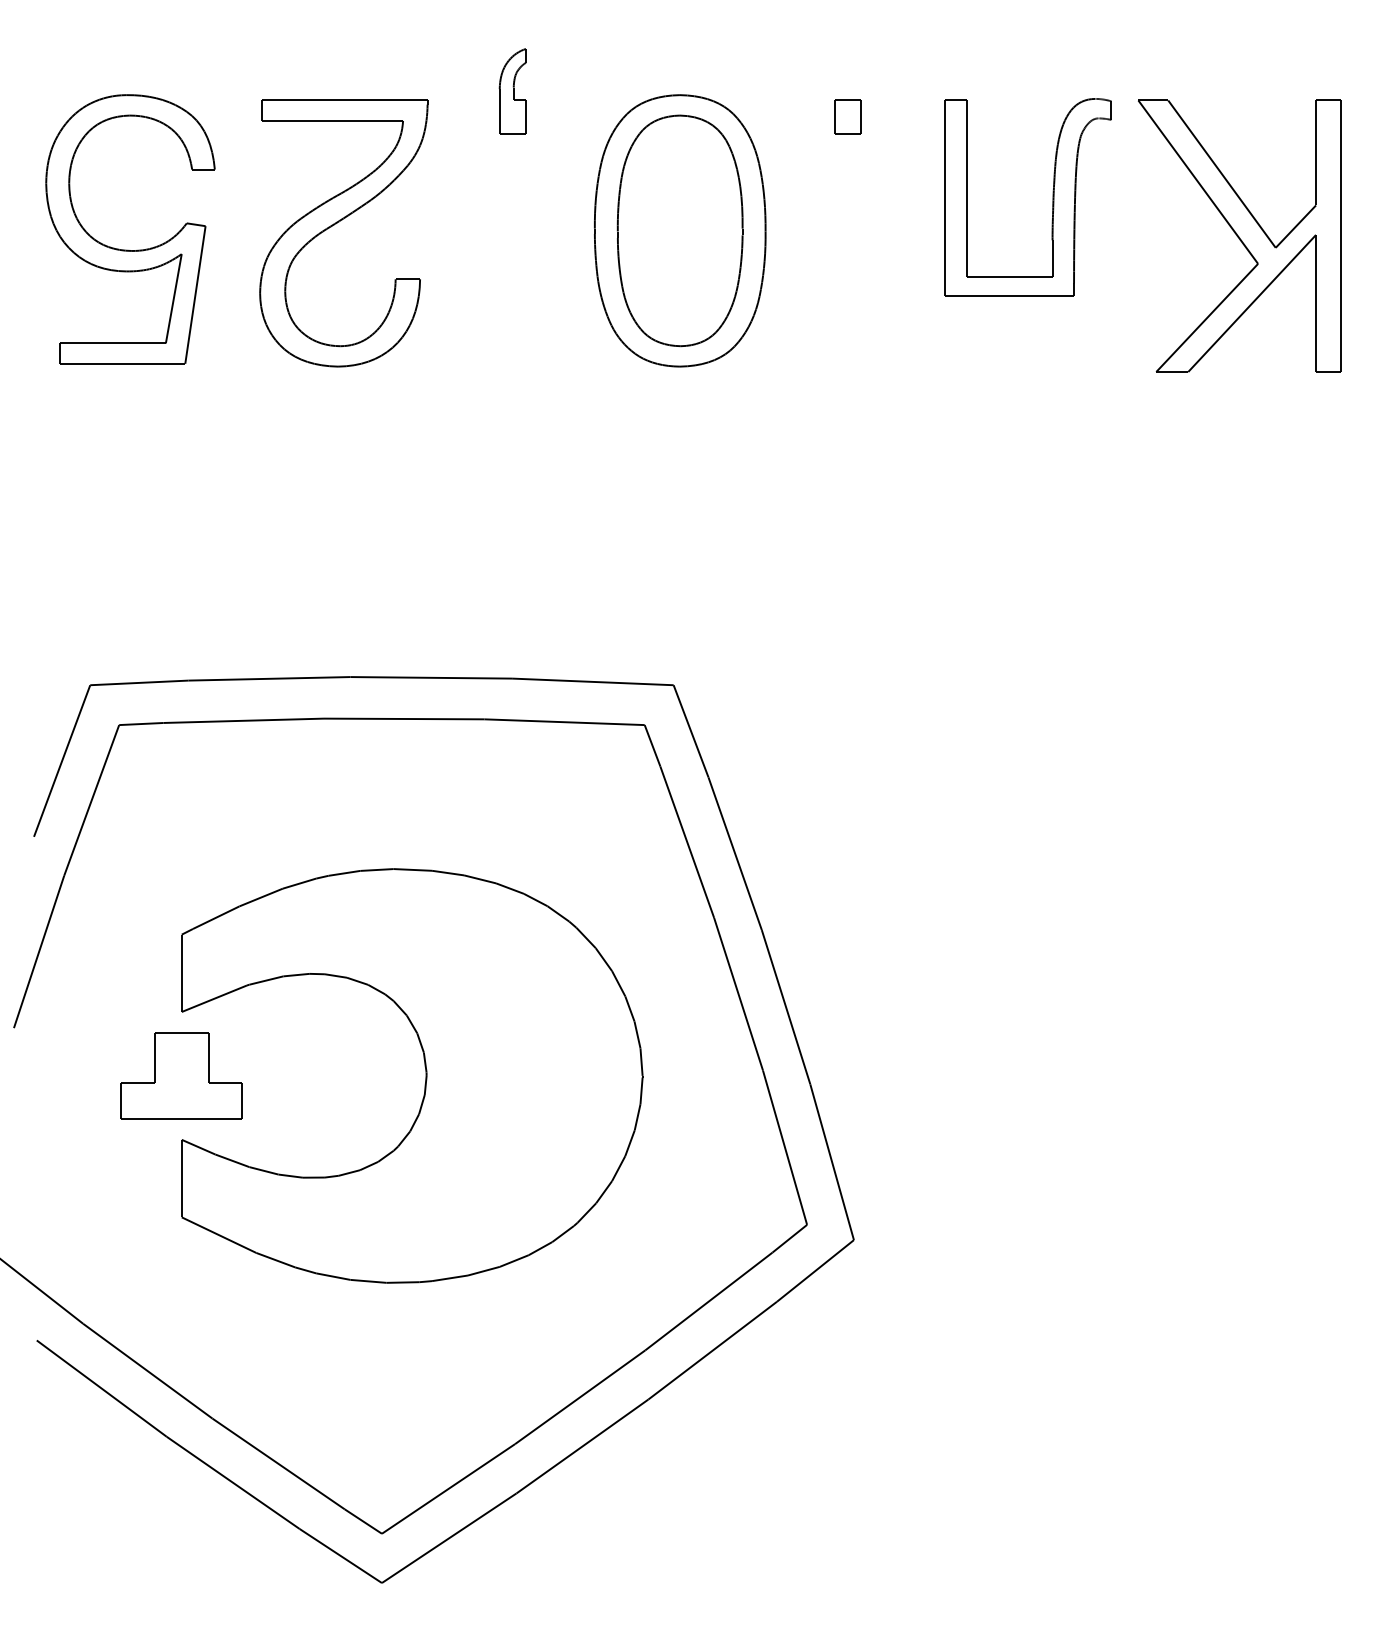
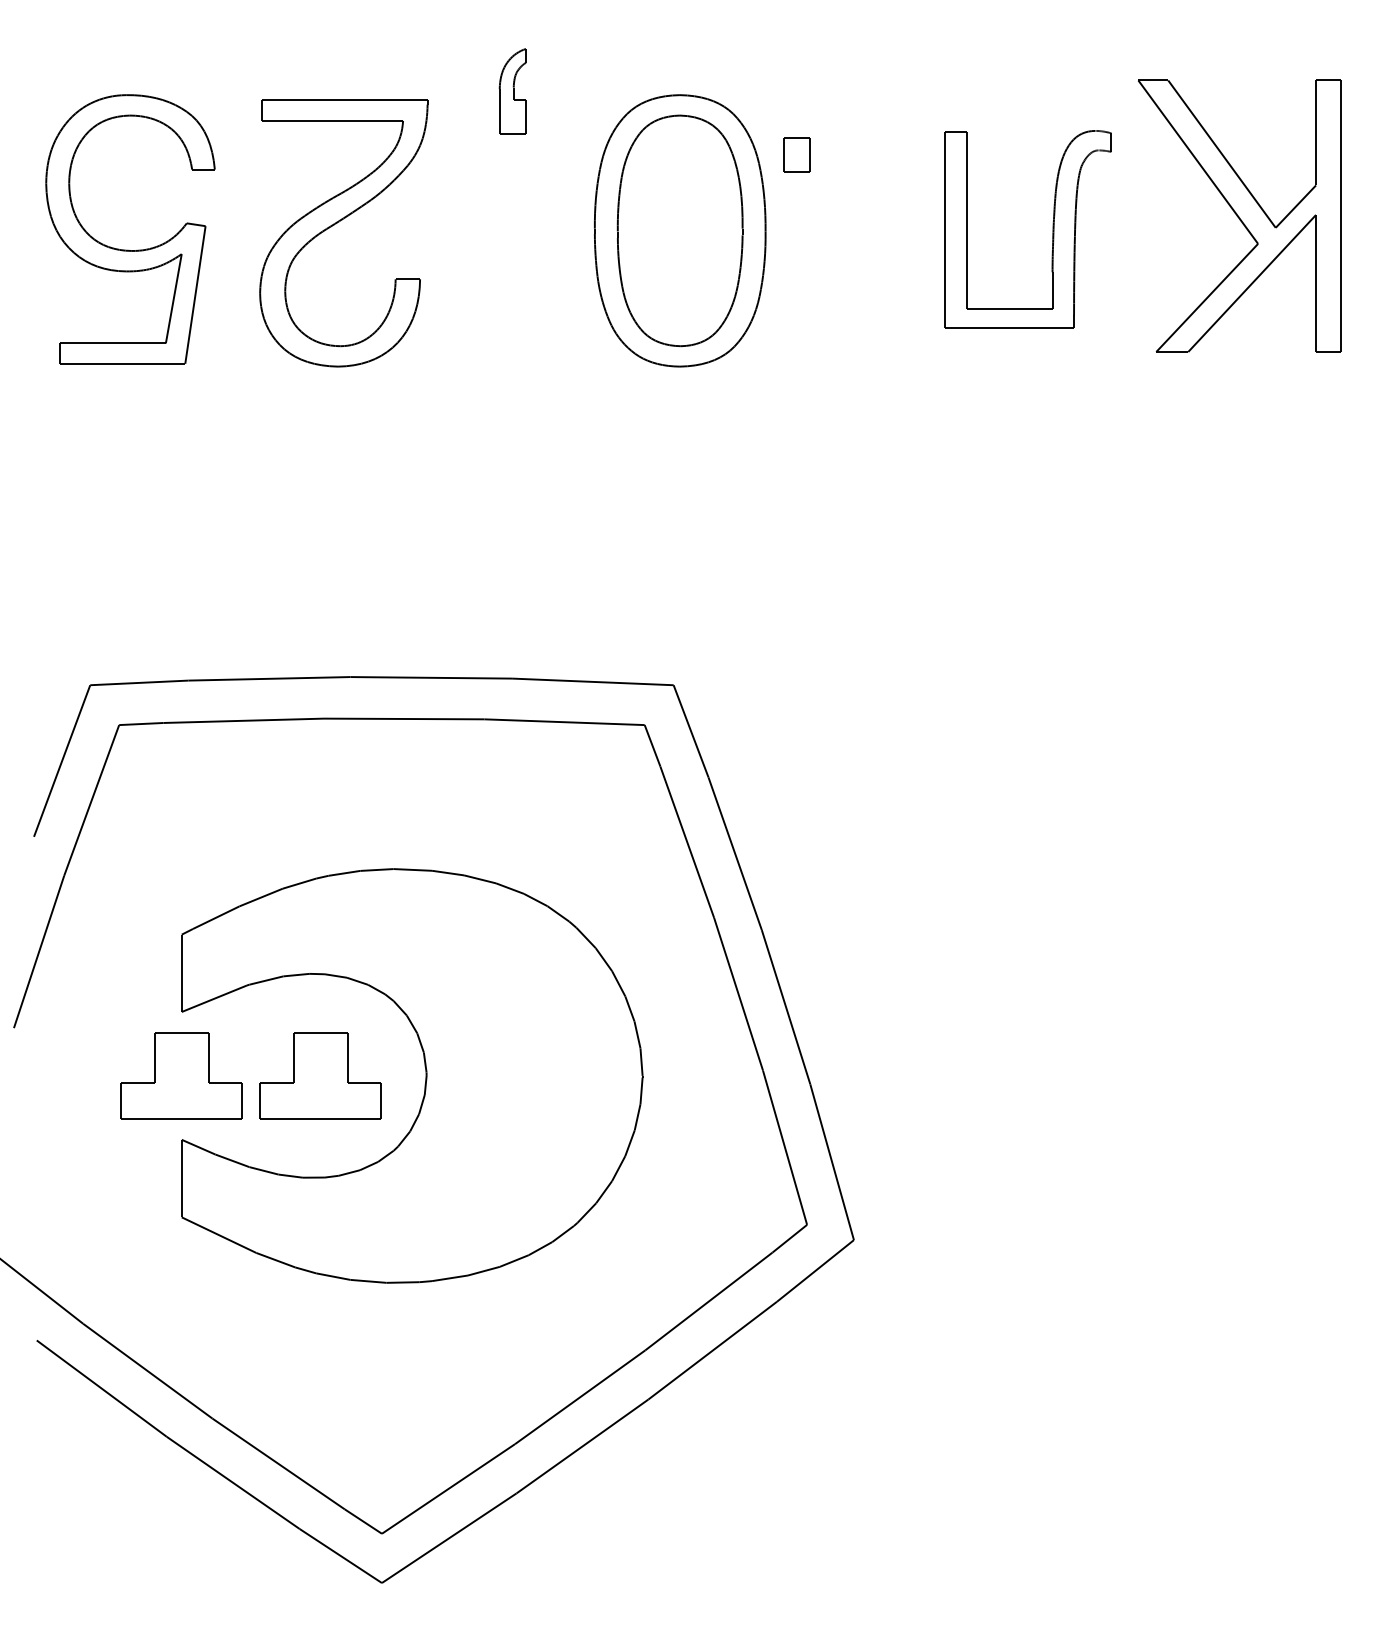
part at (847, 116) position: (847, 116) -> (796, 154)
part at (1052, 197) position: (1052, 197) -> (1052, 229)
part at (1239, 235) position: (1239, 235) -> (1239, 215)
part at (320, 1075): none -> present
